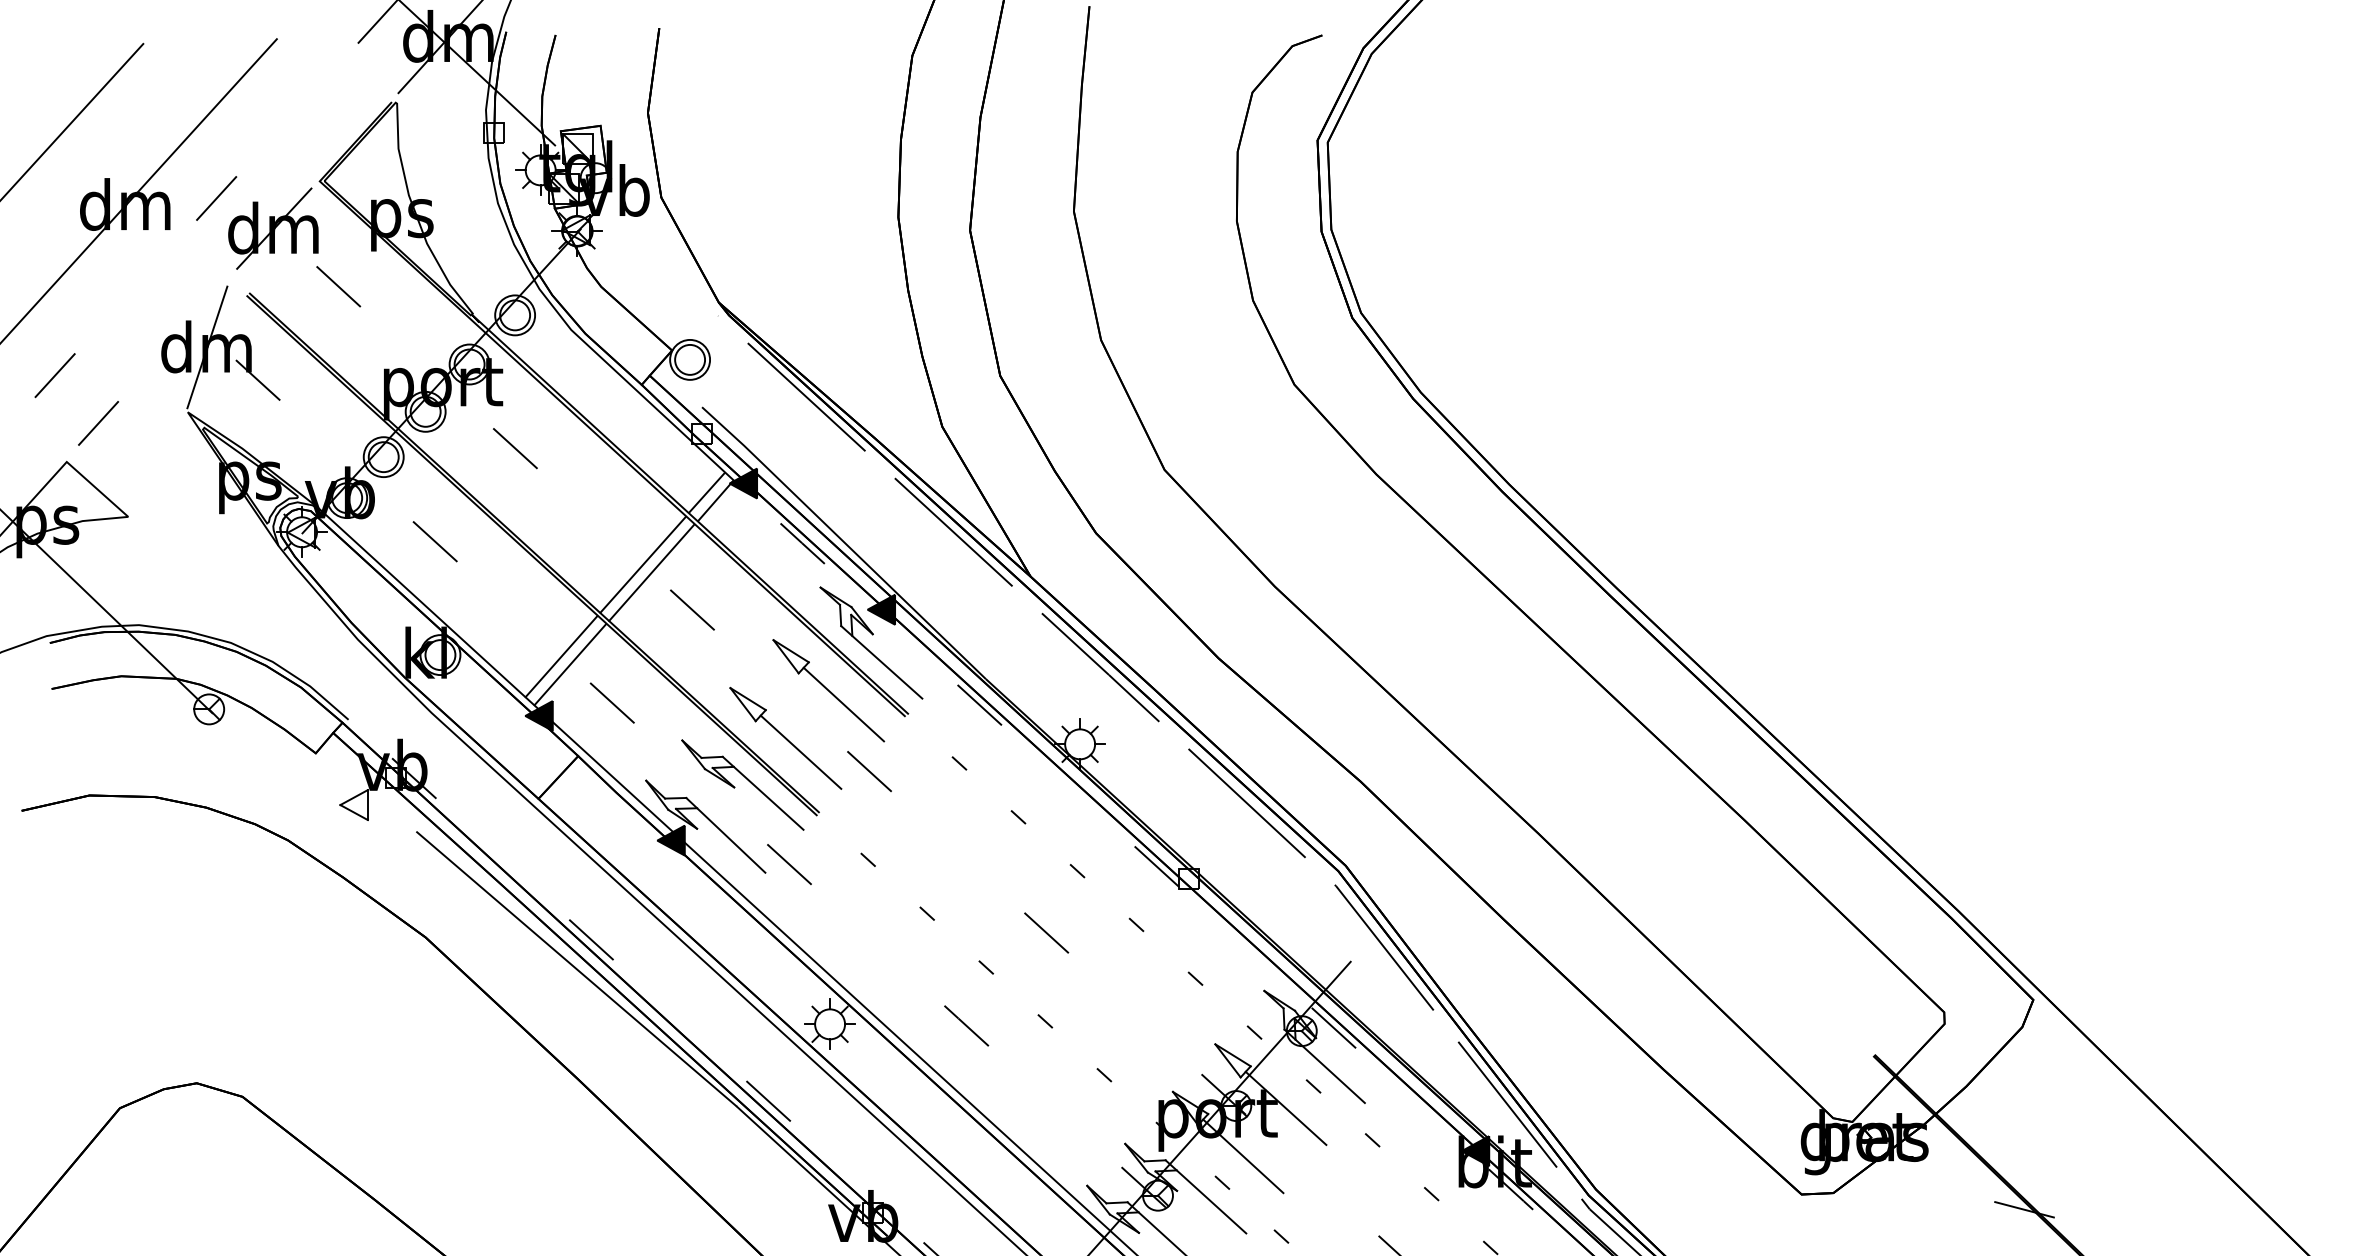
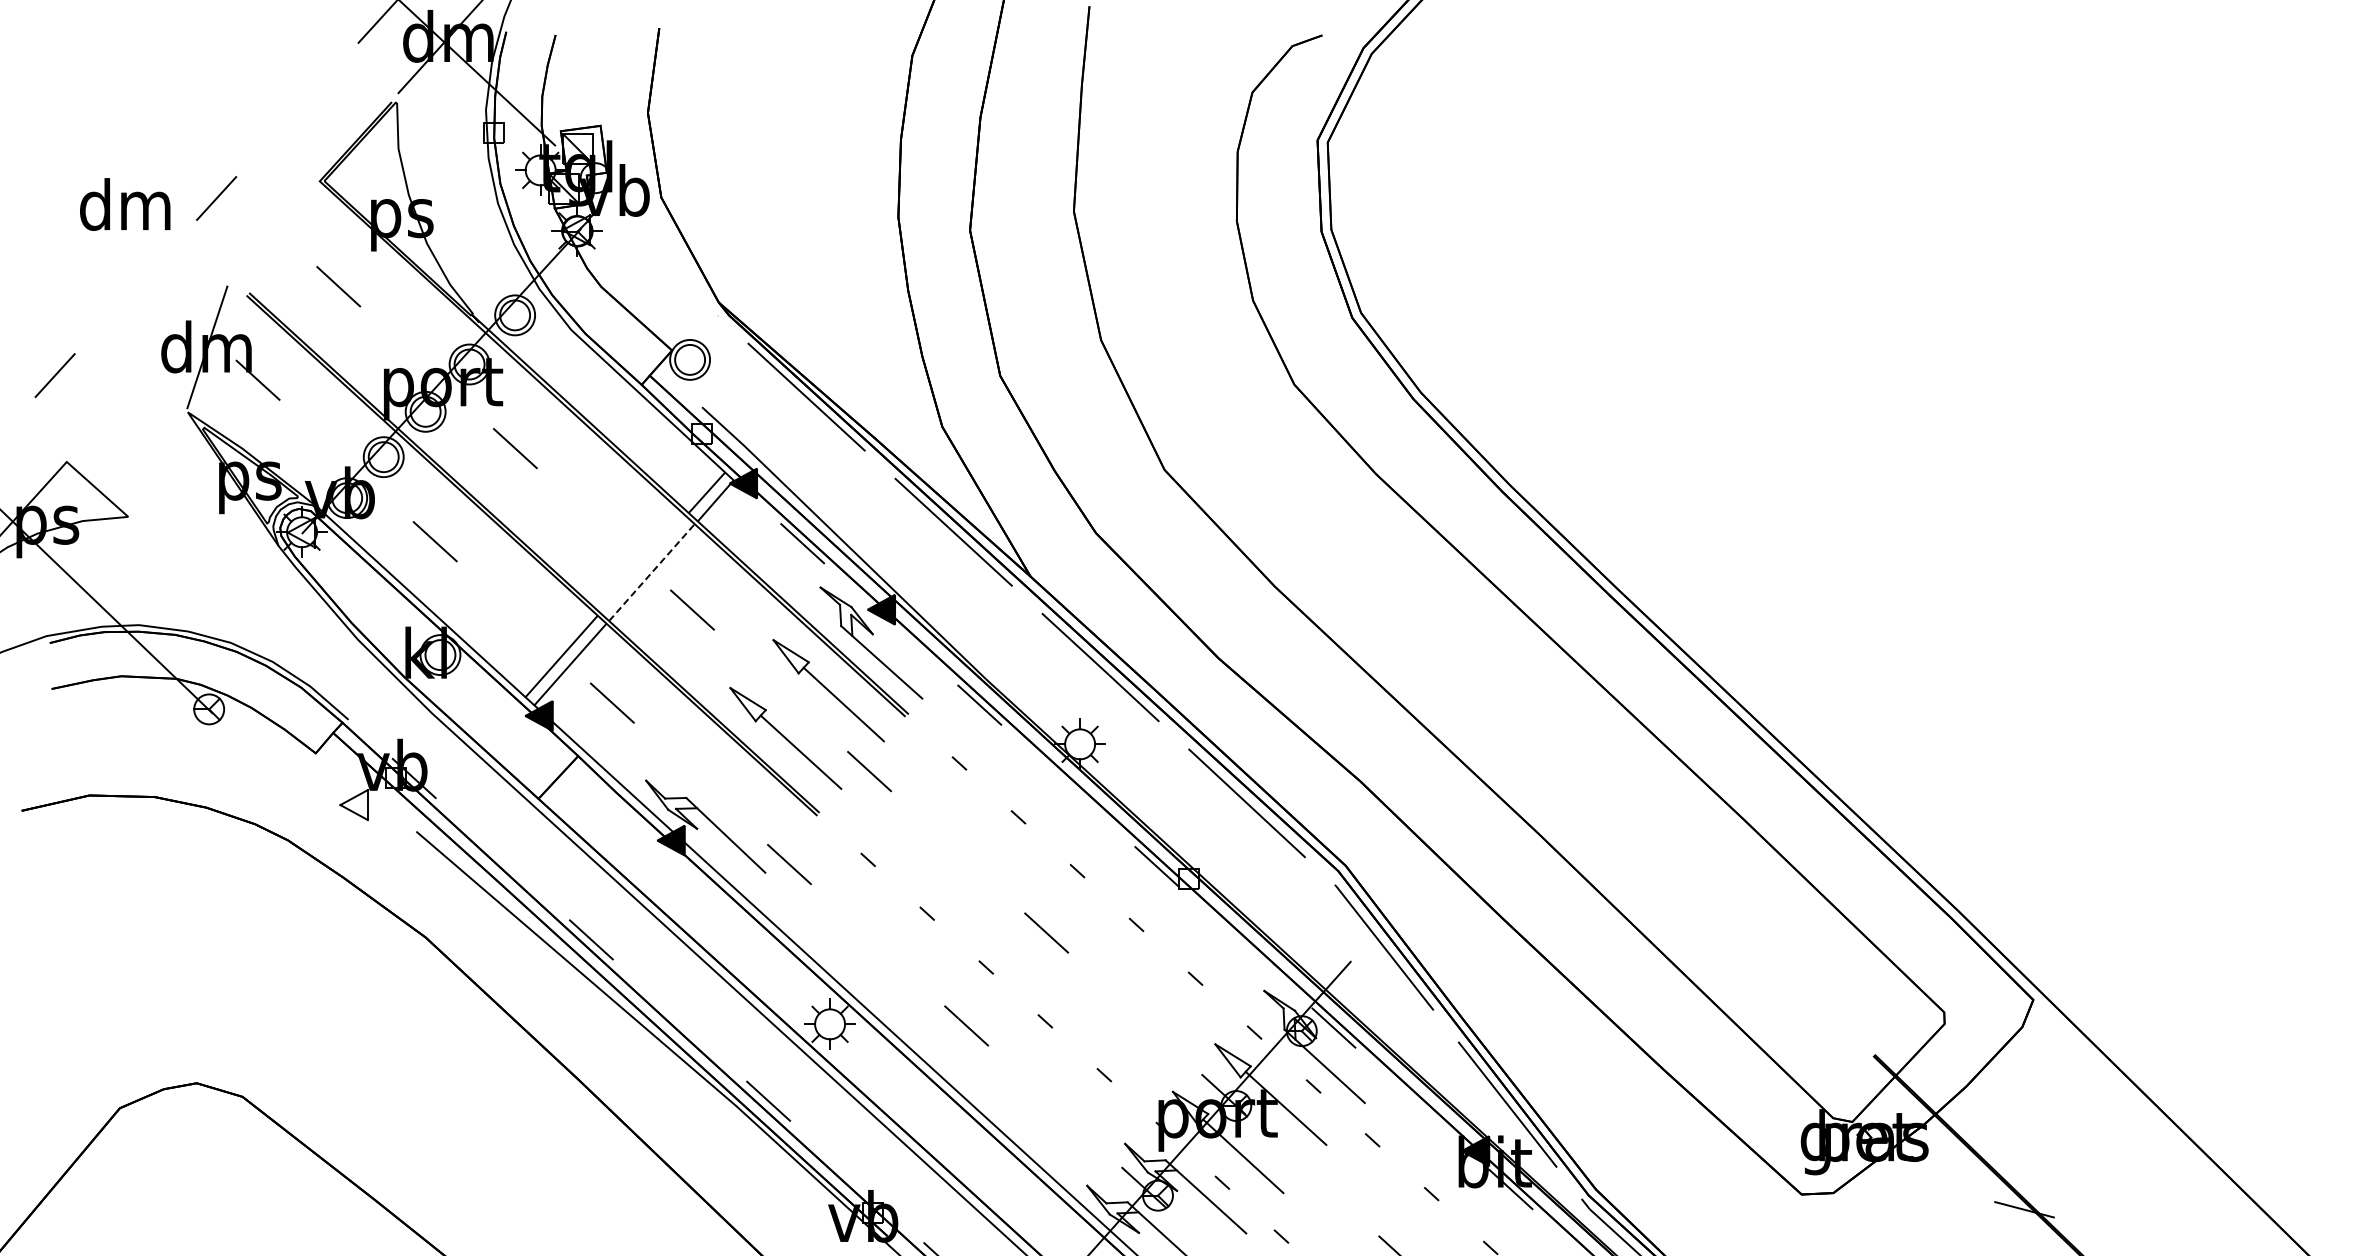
line at (72, 120): present -> none
line at (139, 190): present -> none
part at (273, 228): present -> none
line at (98, 423): present -> none
line at (642, 564): present -> none
line at (652, 572): solid -> dashed
part at (746, 779): present -> none
